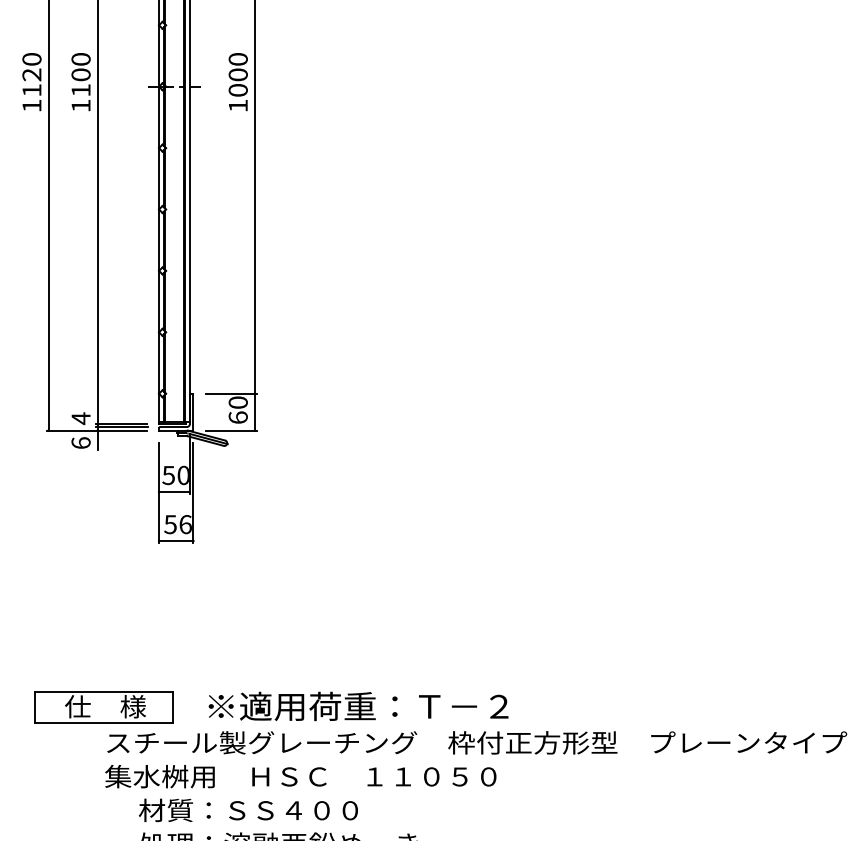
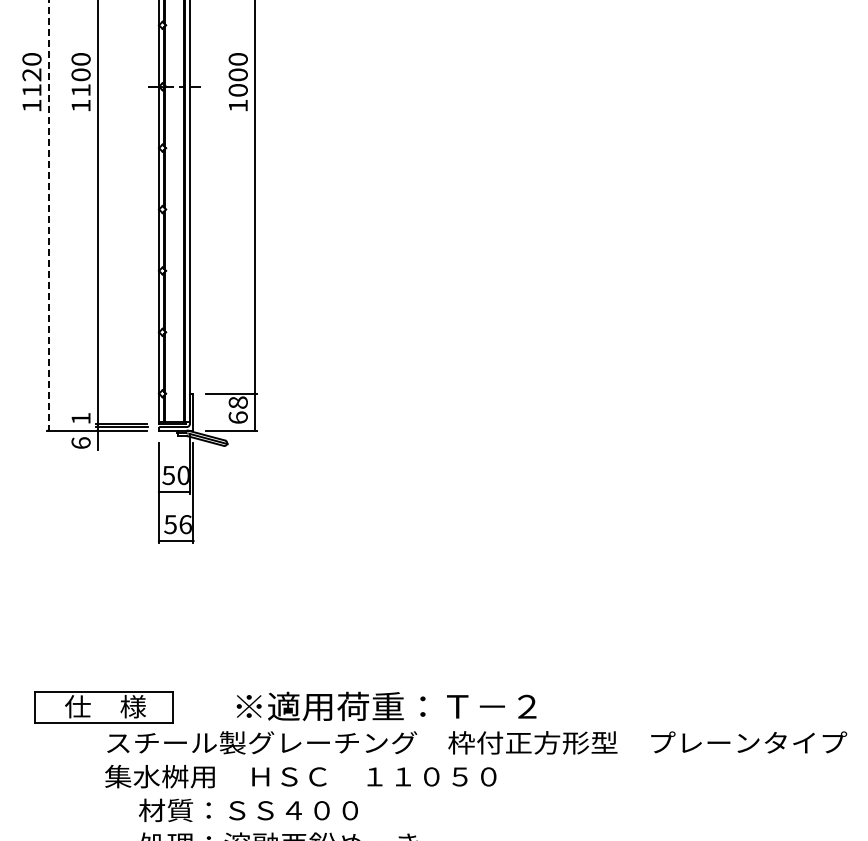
line at (48, 215): solid -> dashed
text at (238, 402): 60 -> 68
text at (80, 418): 4 -> 1
text at (358, 706) position: (358, 706) -> (386, 706)
